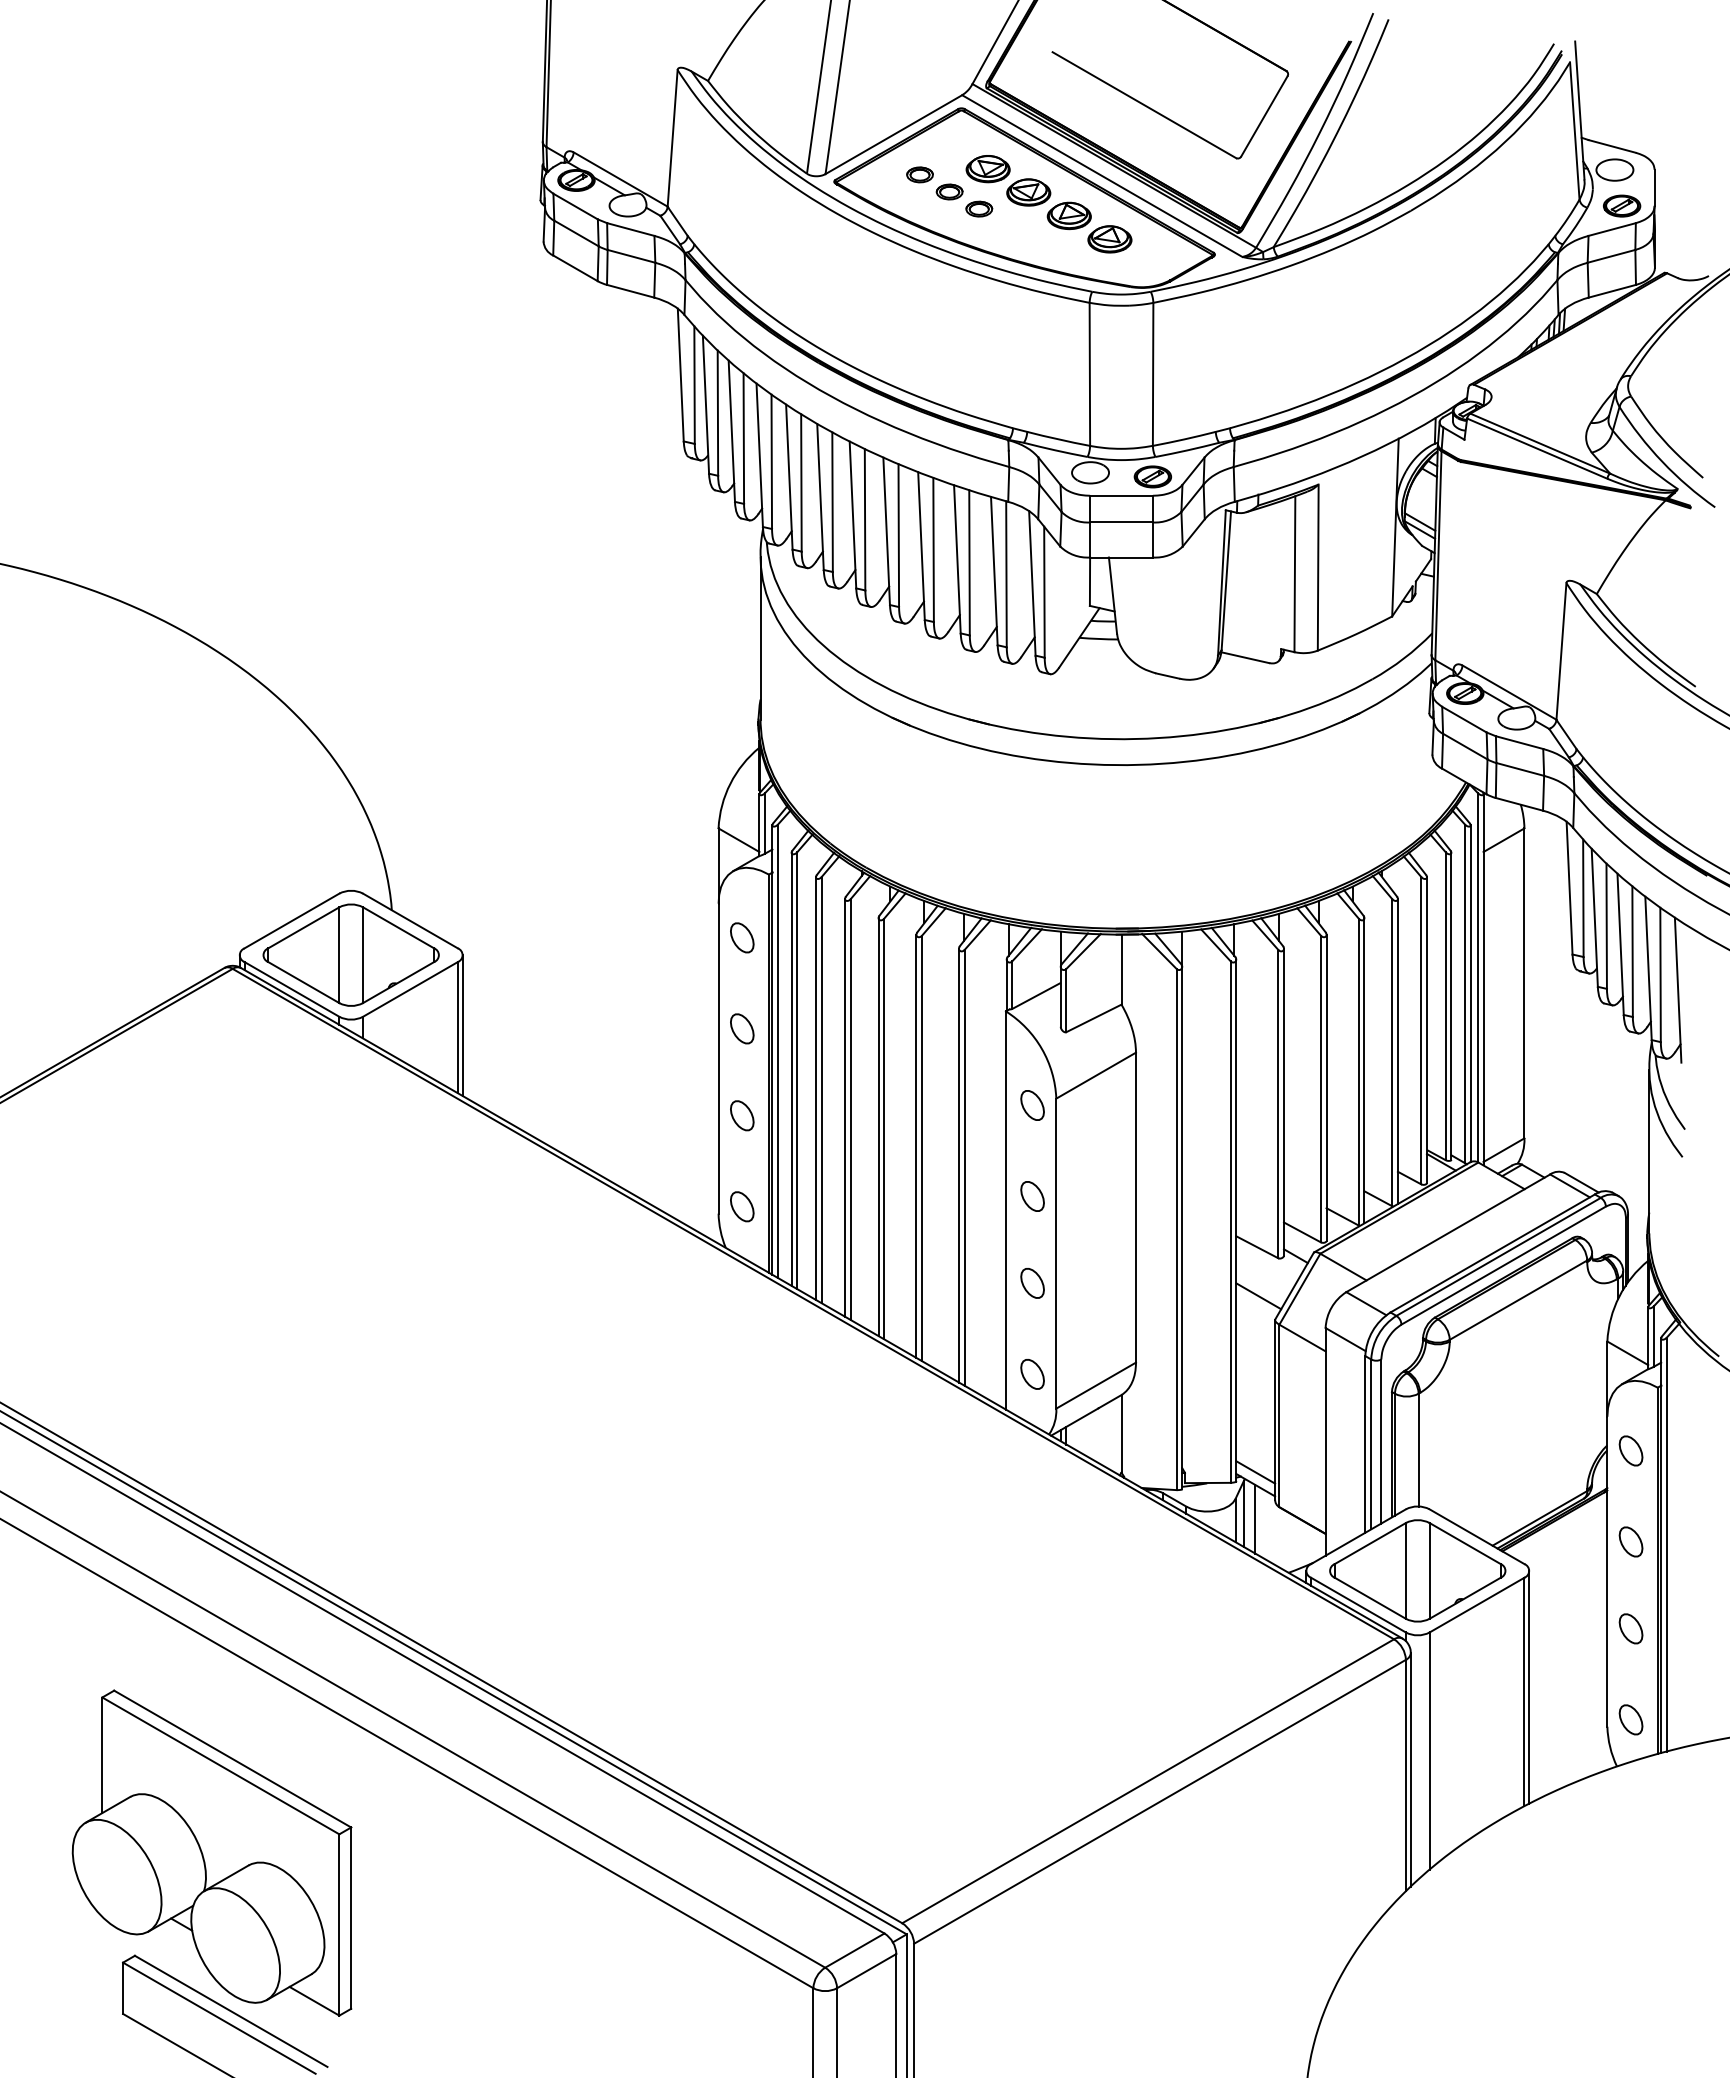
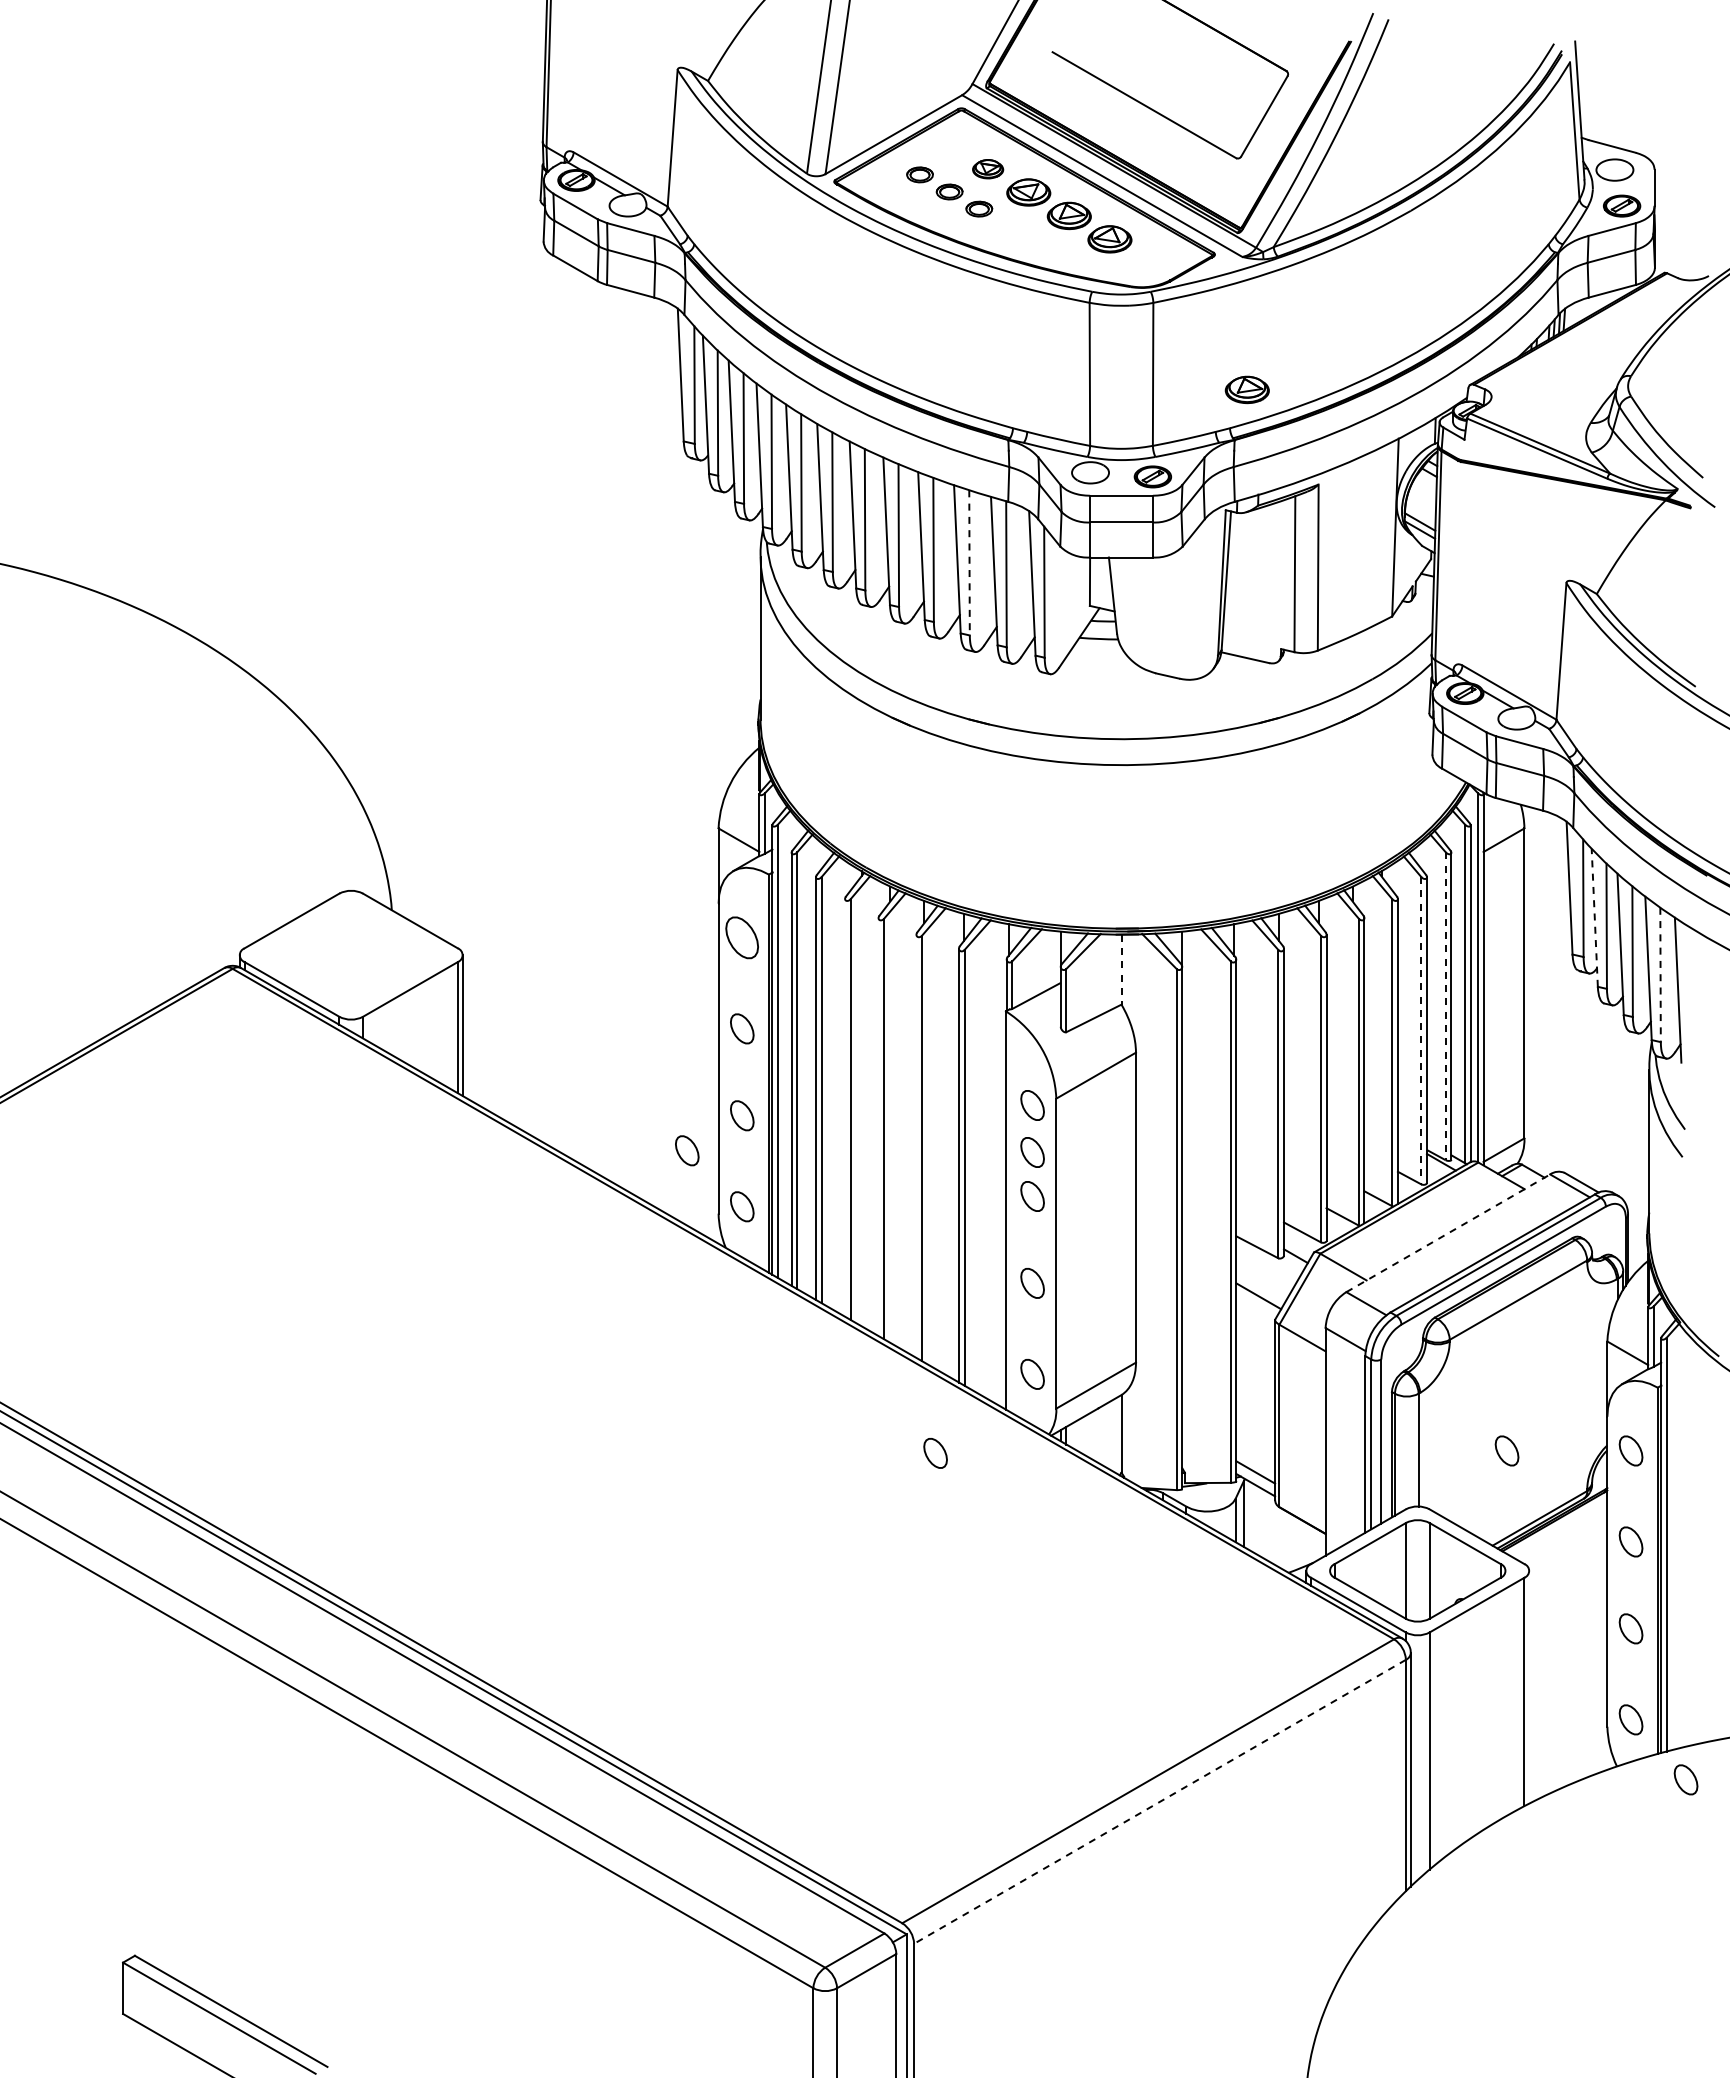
part at (987, 169) size: 46x29 px -> 33x21 px
part at (1246, 389): none -> present
line at (969, 562): solid -> dashed
line at (1594, 917): solid -> dashed
part at (742, 937) size: 25x32 px -> 34x44 px
part at (350, 954): present -> none
line at (1121, 969): solid -> dashed
line at (1660, 975): solid -> dashed
line at (1445, 1006): solid -> dashed
line at (1421, 1030): solid -> dashed
line at (845, 1107): present -> none
line at (878, 1127): present -> none
line at (916, 1145): present -> none
part at (687, 1150): none -> present
part at (1032, 1152): none -> present
line at (1448, 1233): solid -> dashed
part at (1506, 1450): none -> present
part at (935, 1453): none -> present
line at (1255, 1518): present -> none
line at (1529, 1686): present -> none
part at (1685, 1779): none -> present
line at (1160, 1801): solid -> dashed
part at (211, 1852): present -> none
